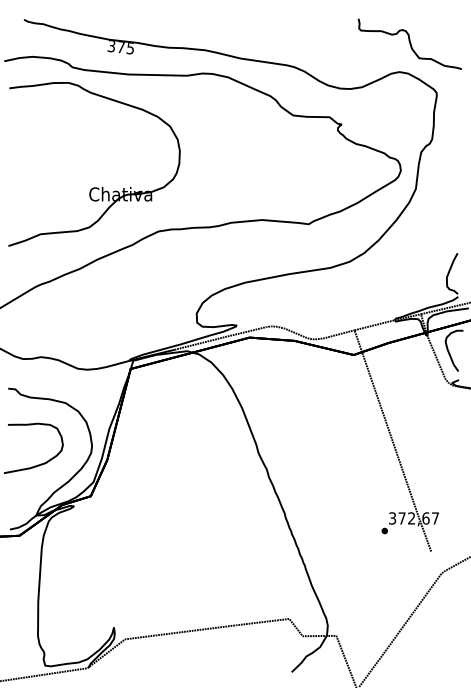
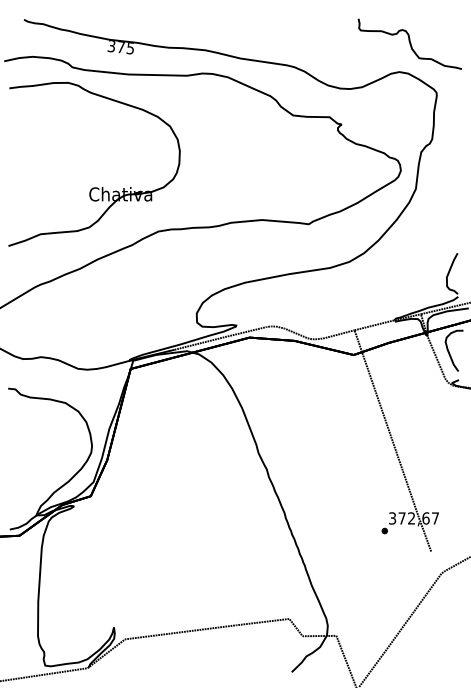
curve at (40, 463): present -> none
